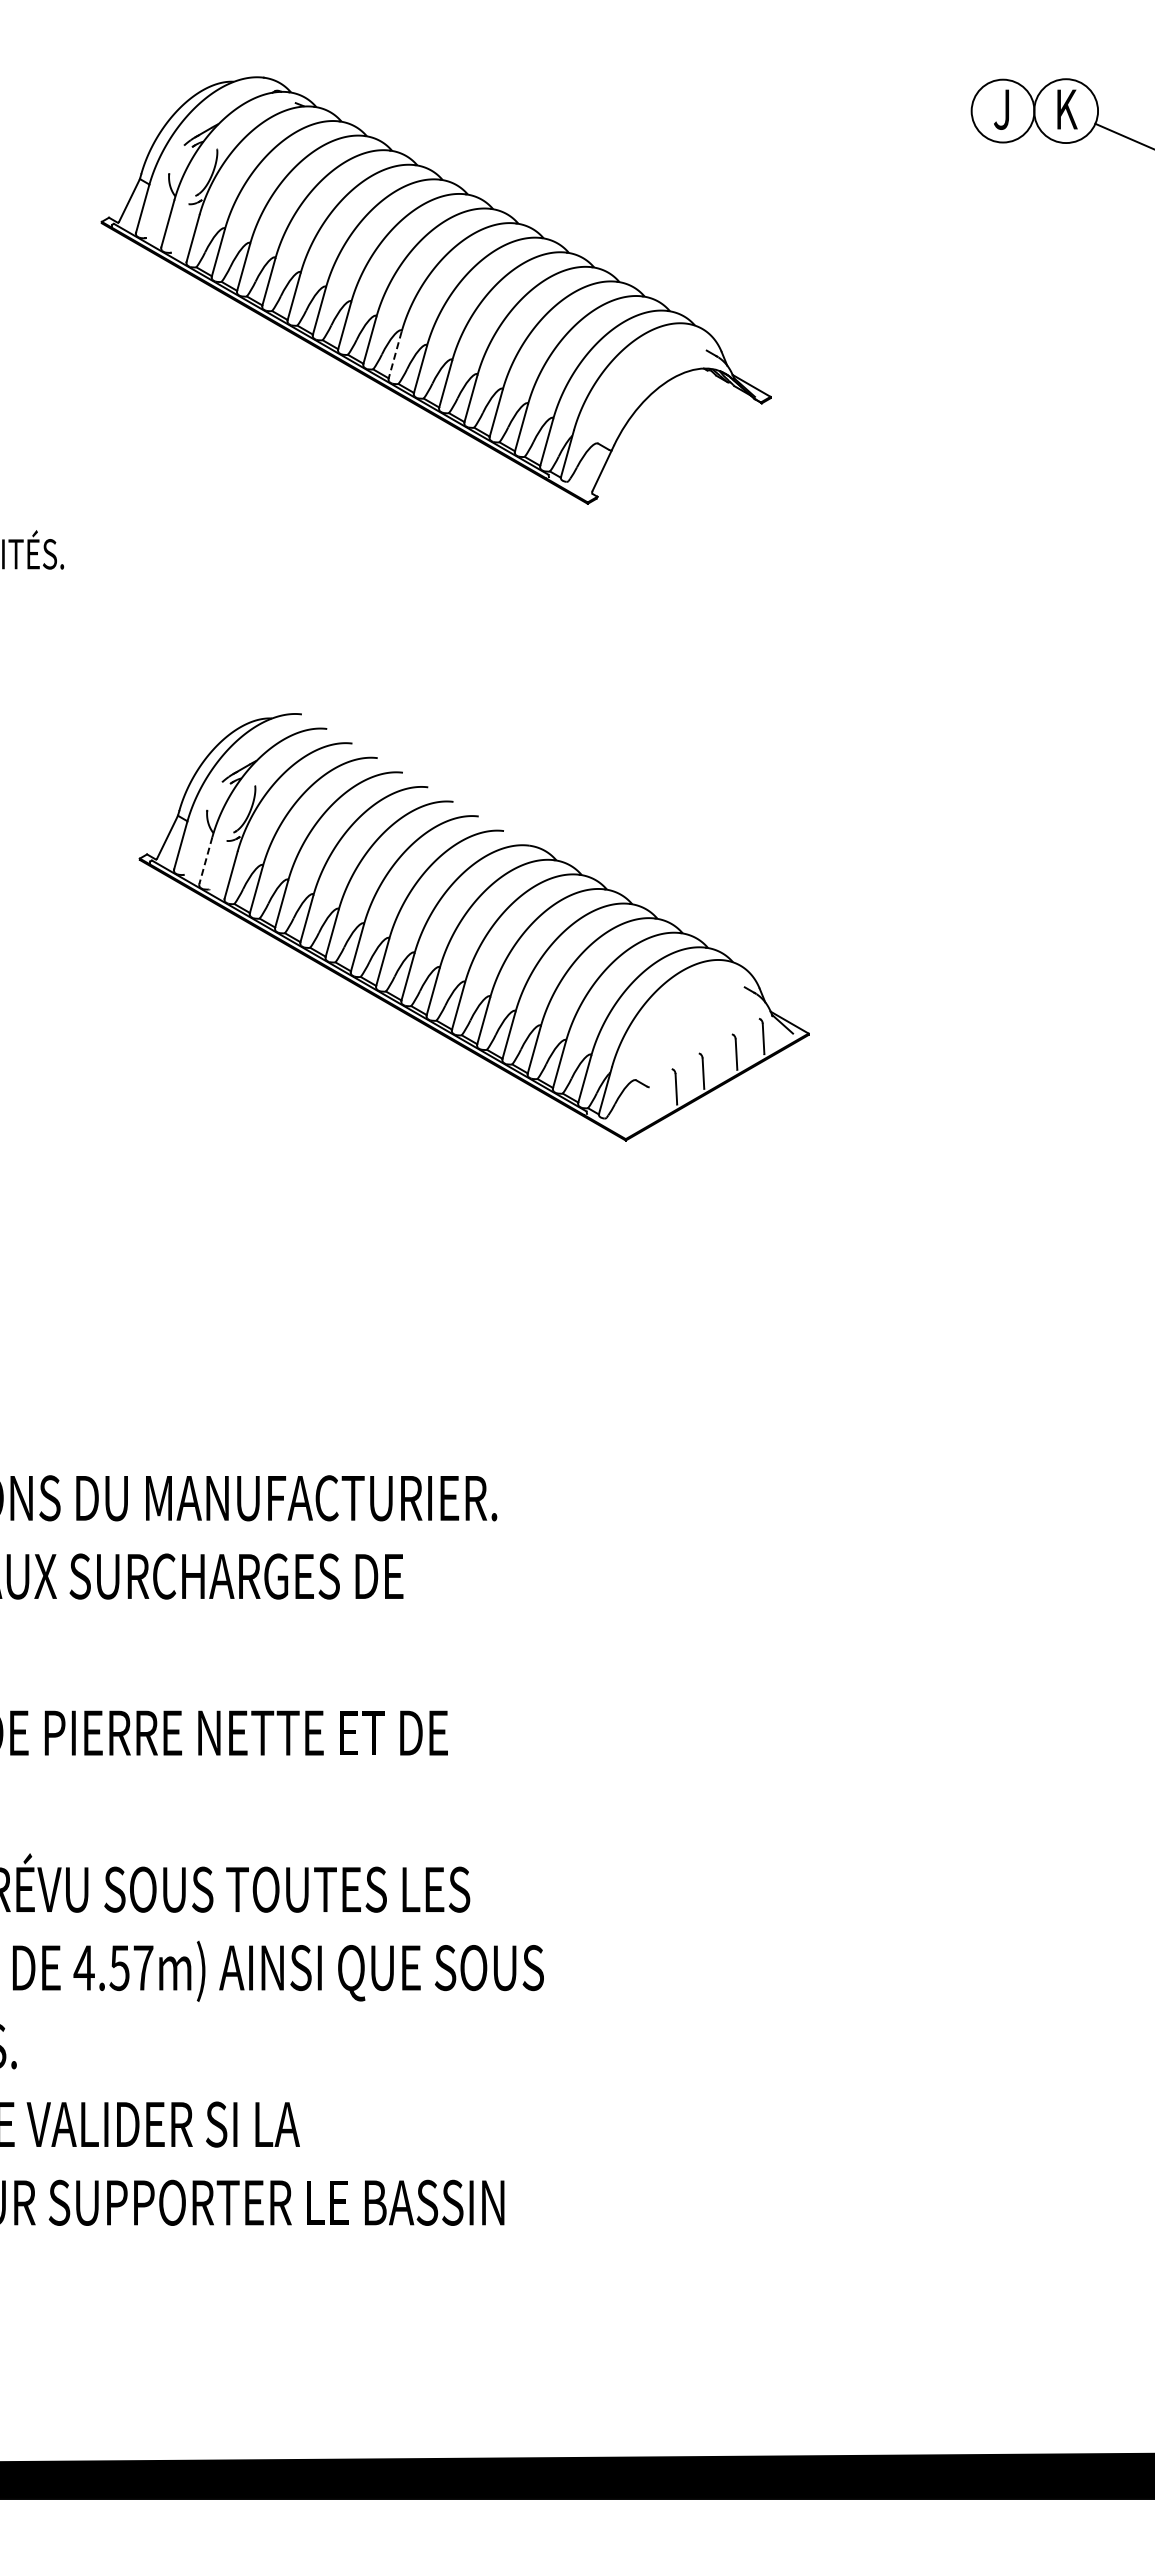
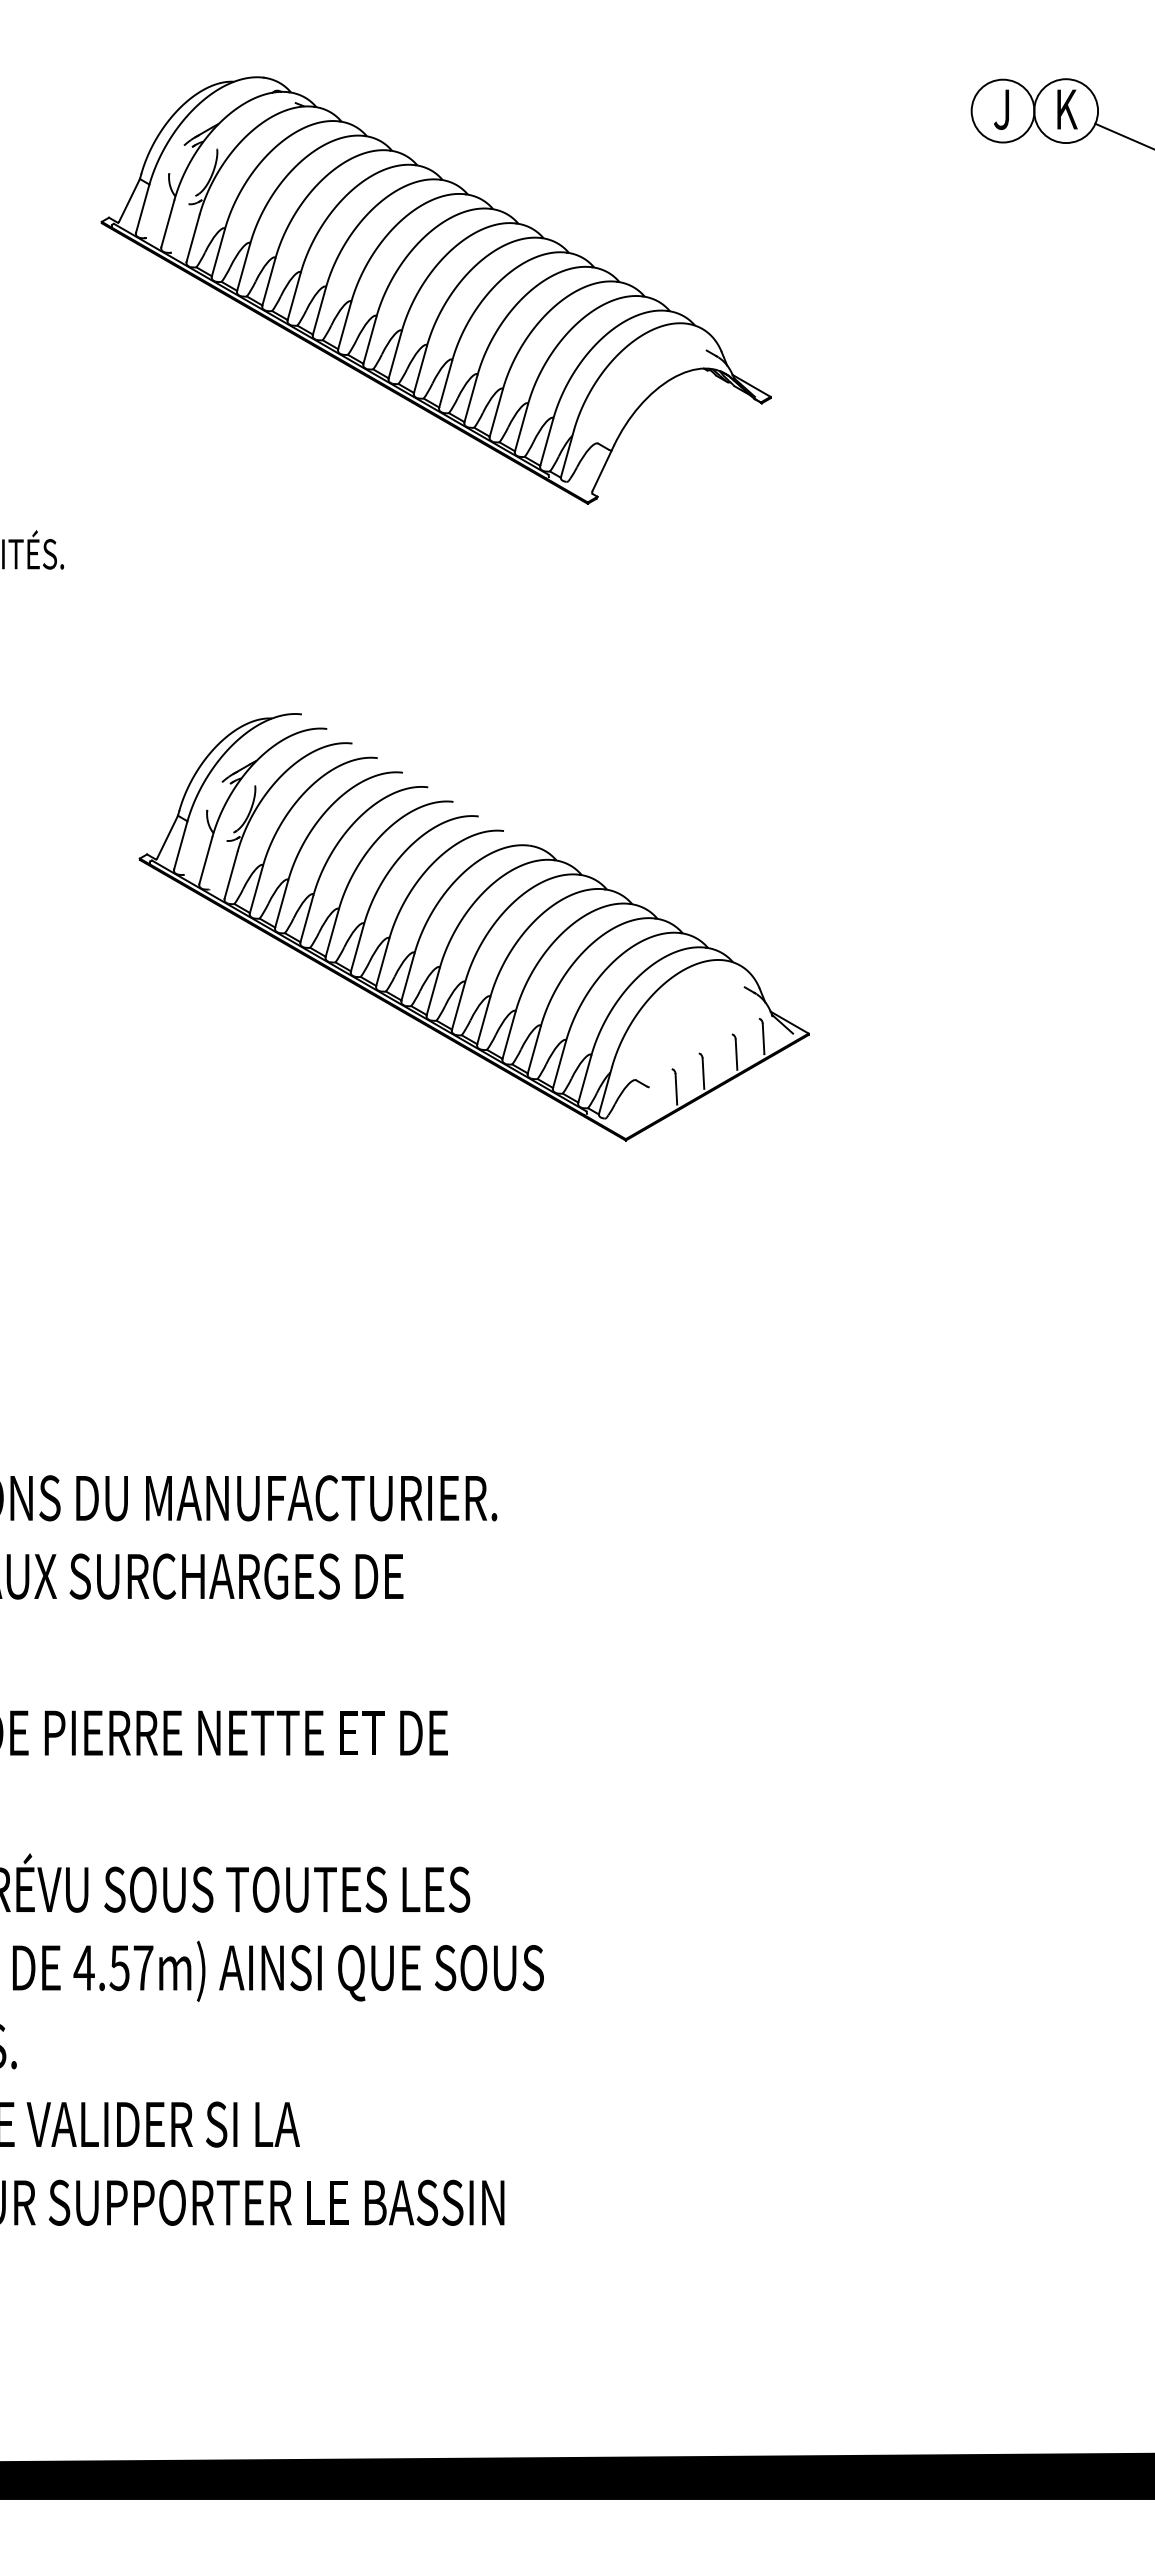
line at (395, 355): dashed -> solid
line at (205, 861): dashed -> solid
